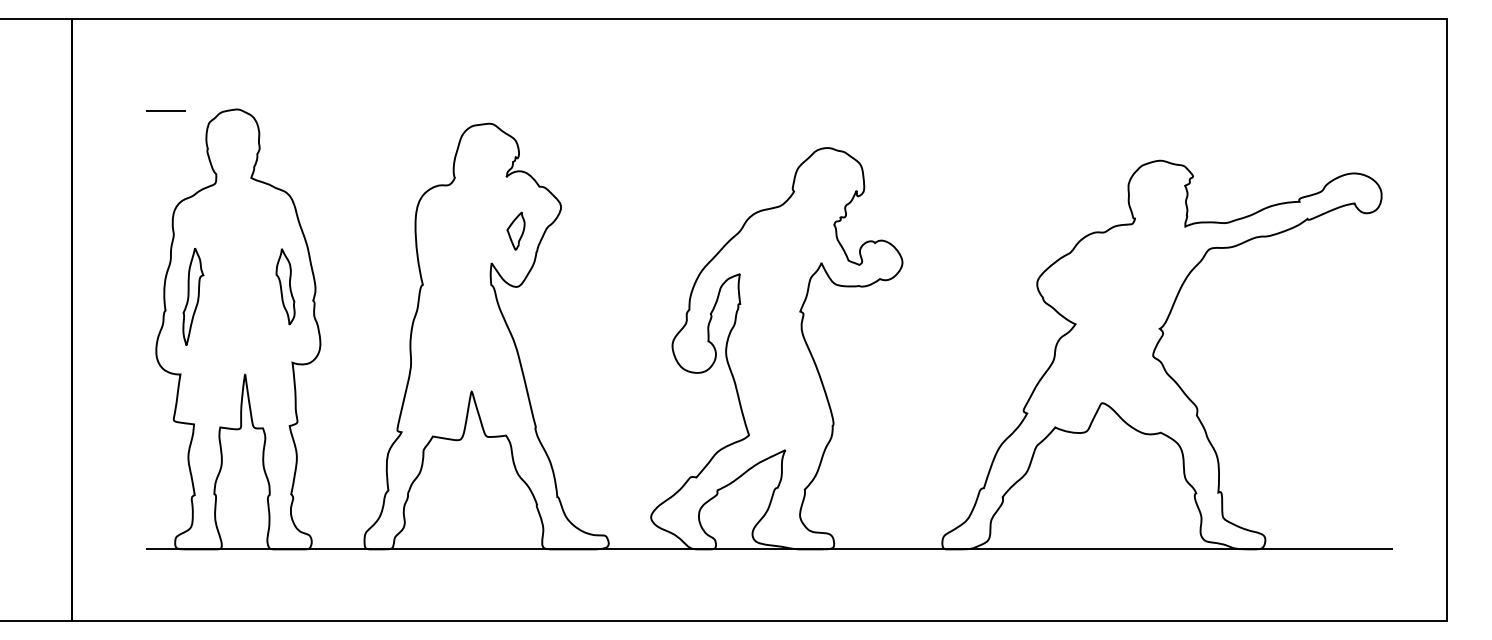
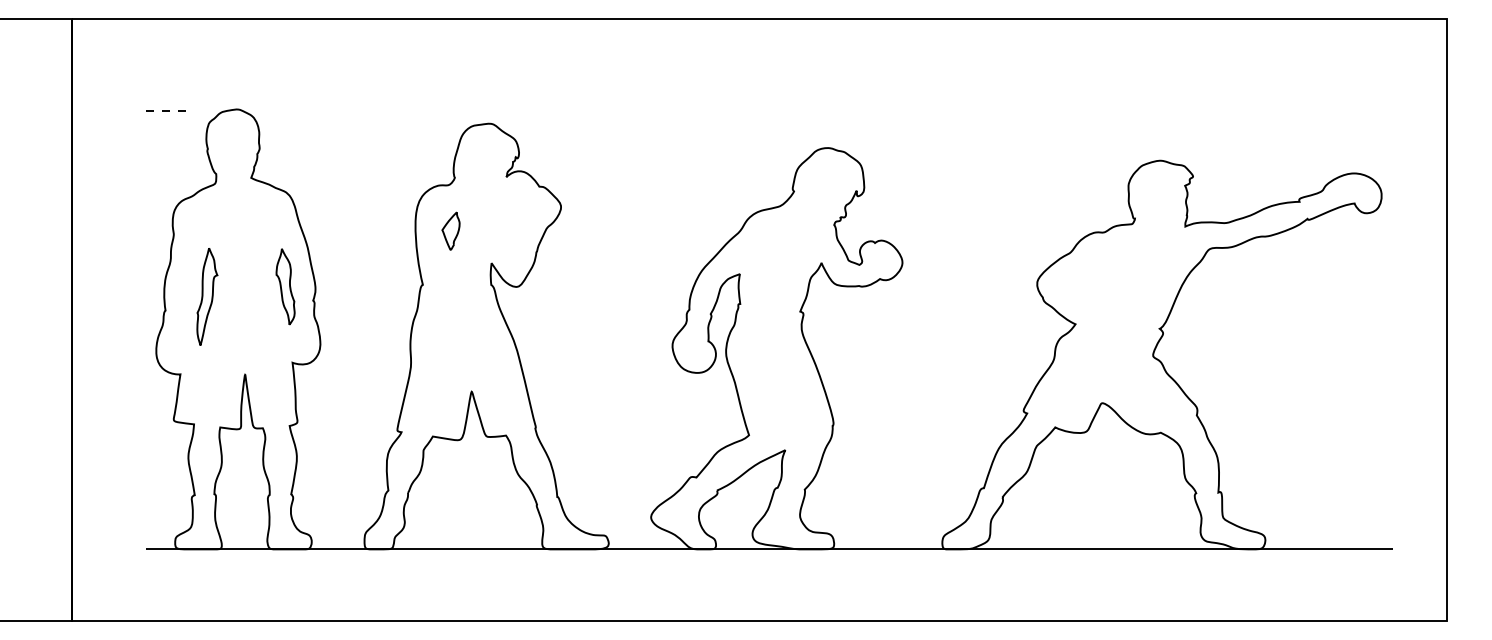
line at (166, 111): solid -> dashed
part at (515, 230) position: (515, 230) -> (450, 230)
part at (193, 296) position: (193, 296) -> (207, 296)
